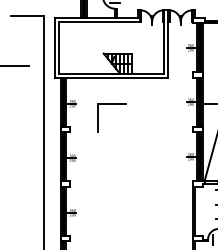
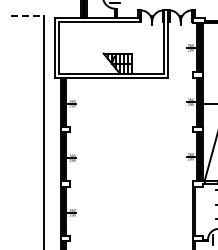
line at (27, 15): solid -> dashed
line at (15, 65): present -> none
part at (111, 104): present -> none
